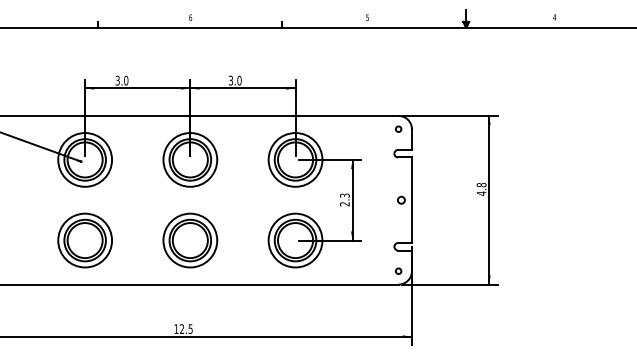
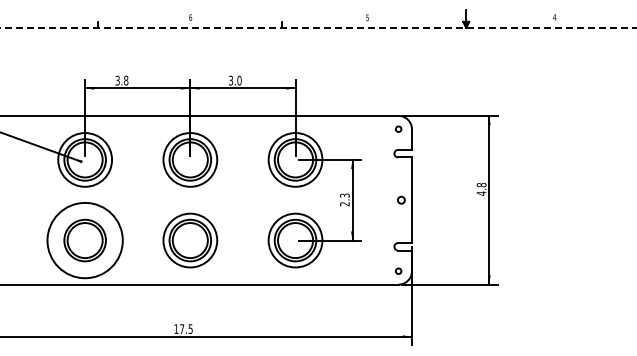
line at (318, 27): solid -> dashed
text at (126, 80): 3.0 -> 3.8
circle at (85, 240) diameter: 54 px -> 75 px
text at (182, 328): 12.5 -> 17.5
